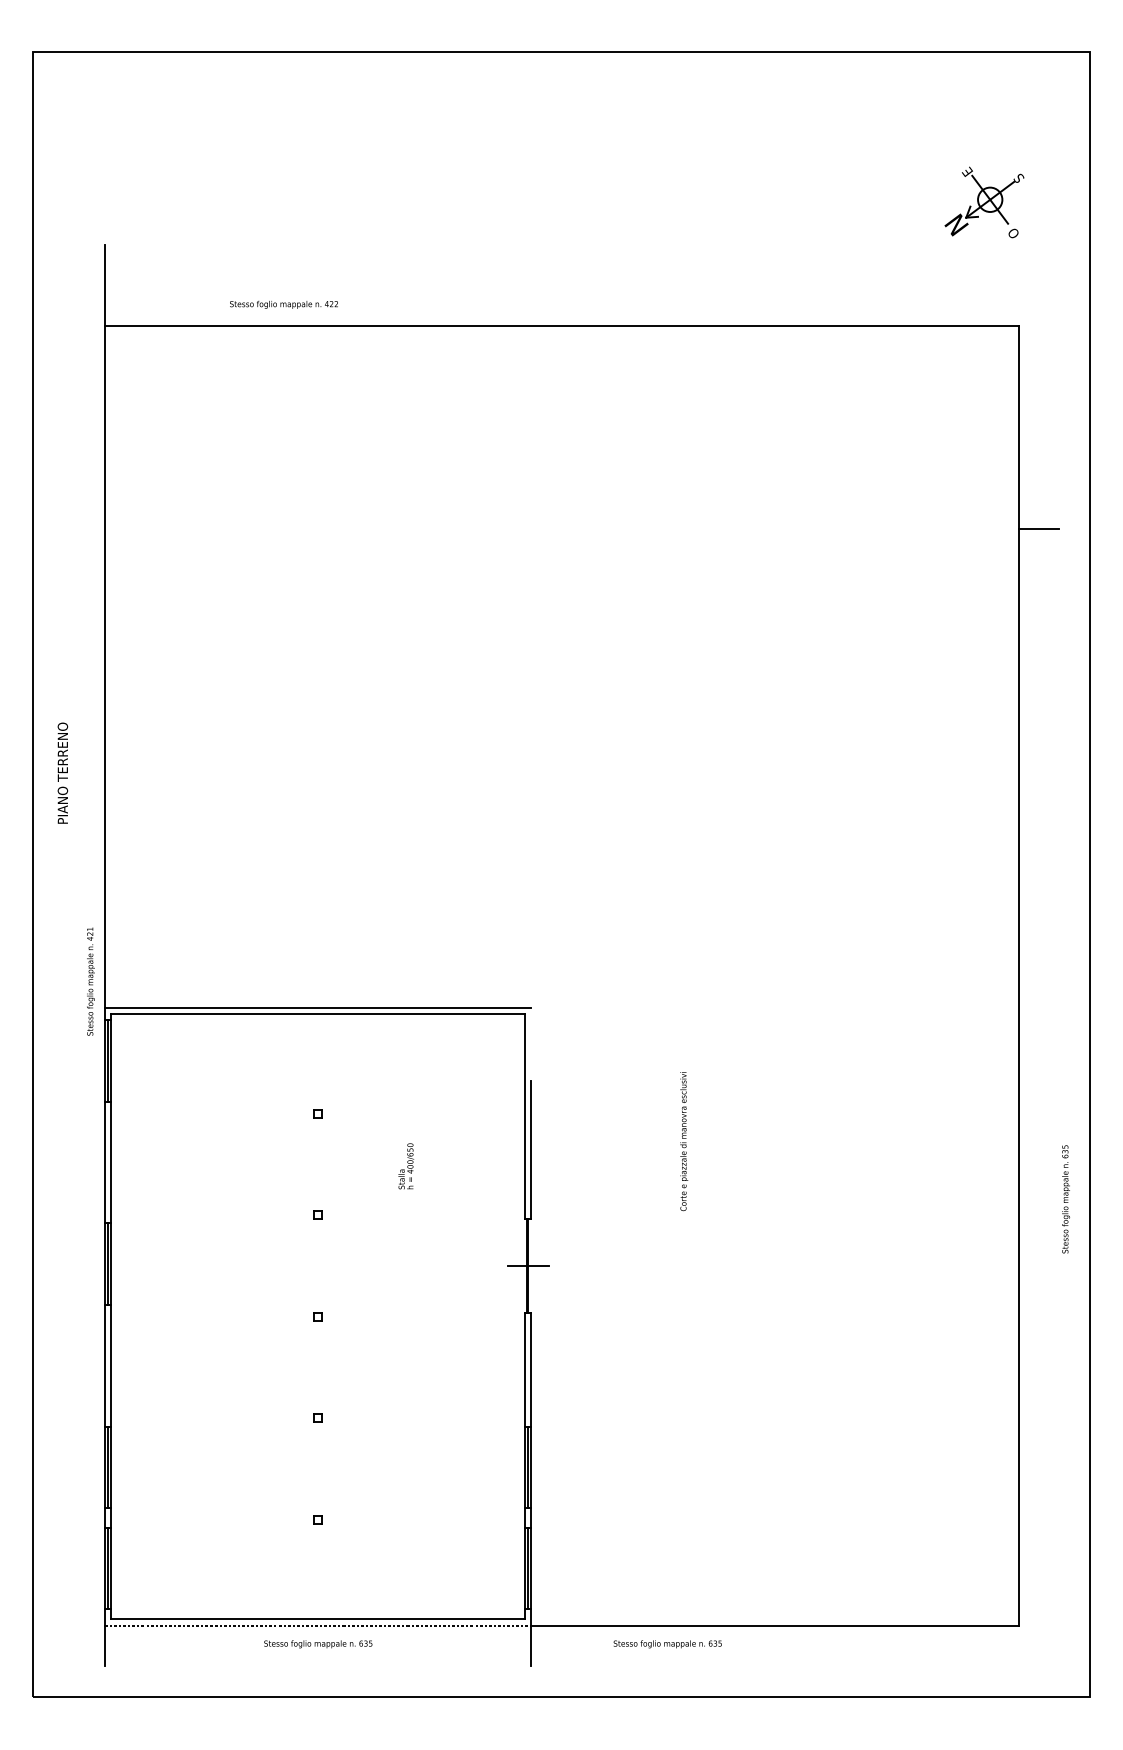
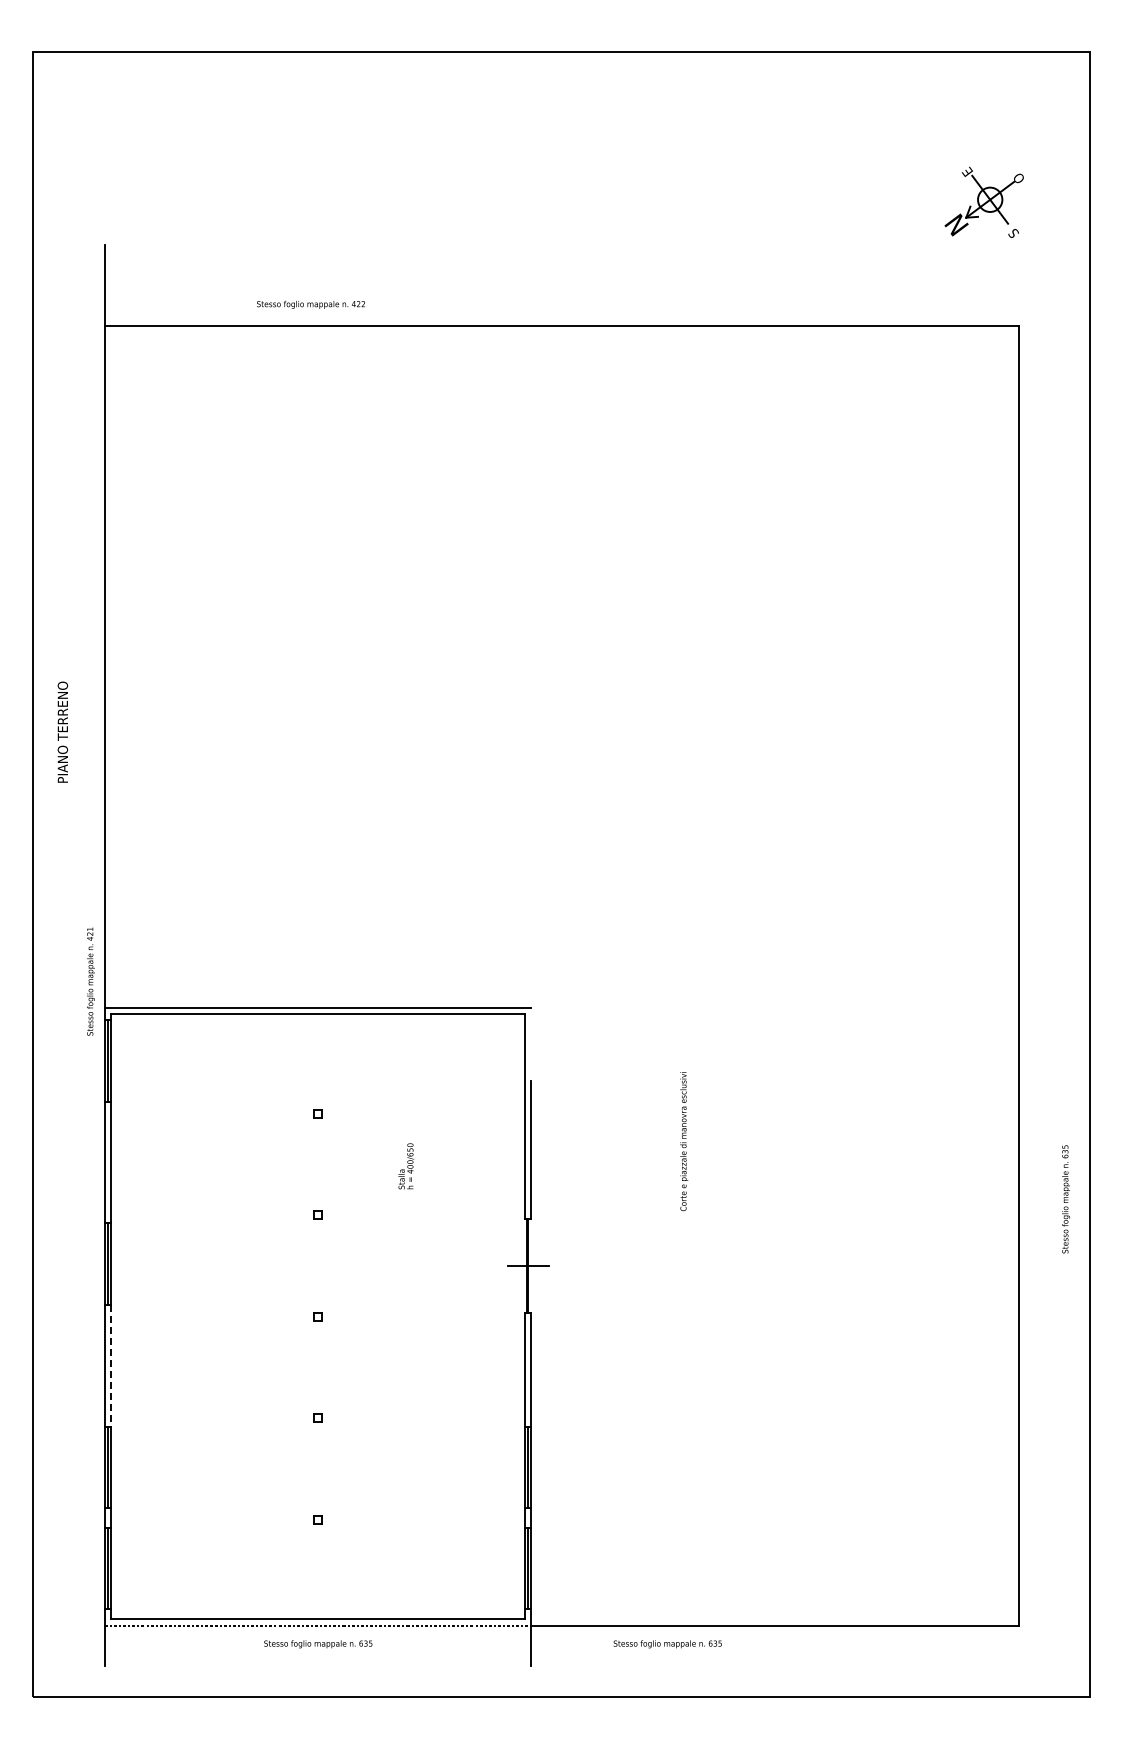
text at (1018, 178): S -> O
text at (1013, 233): O -> S
text at (283, 304) position: (283, 304) -> (310, 304)
line at (1038, 528): present -> none
text at (62, 772) position: (62, 772) -> (62, 731)
line at (110, 1365): solid -> dashed
